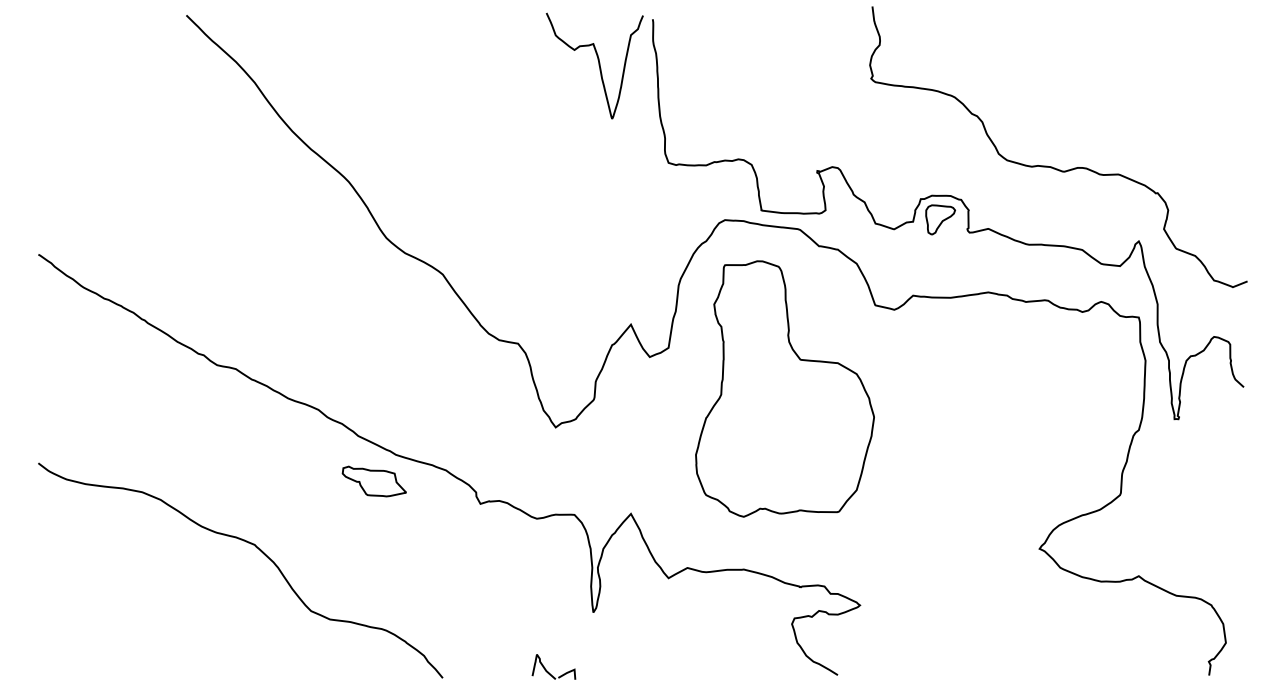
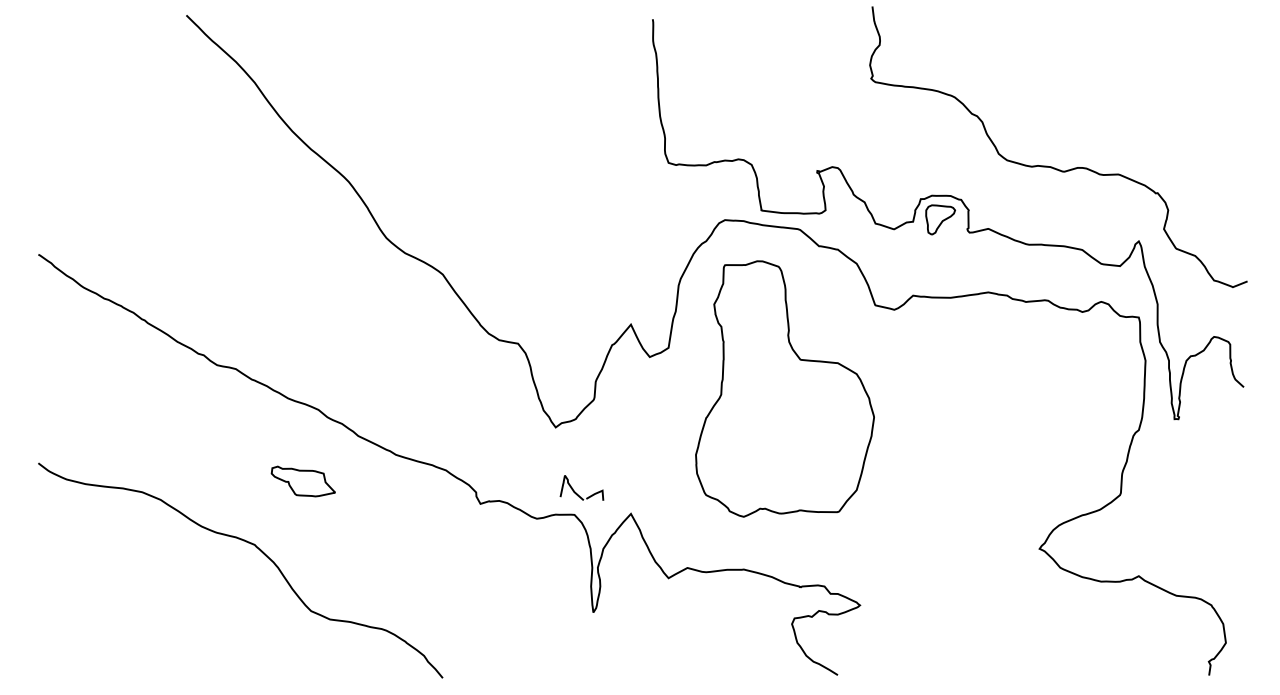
curve at (598, 65): present -> none
part at (373, 481) position: (373, 481) -> (302, 481)
part at (548, 671) position: (548, 671) -> (576, 492)
